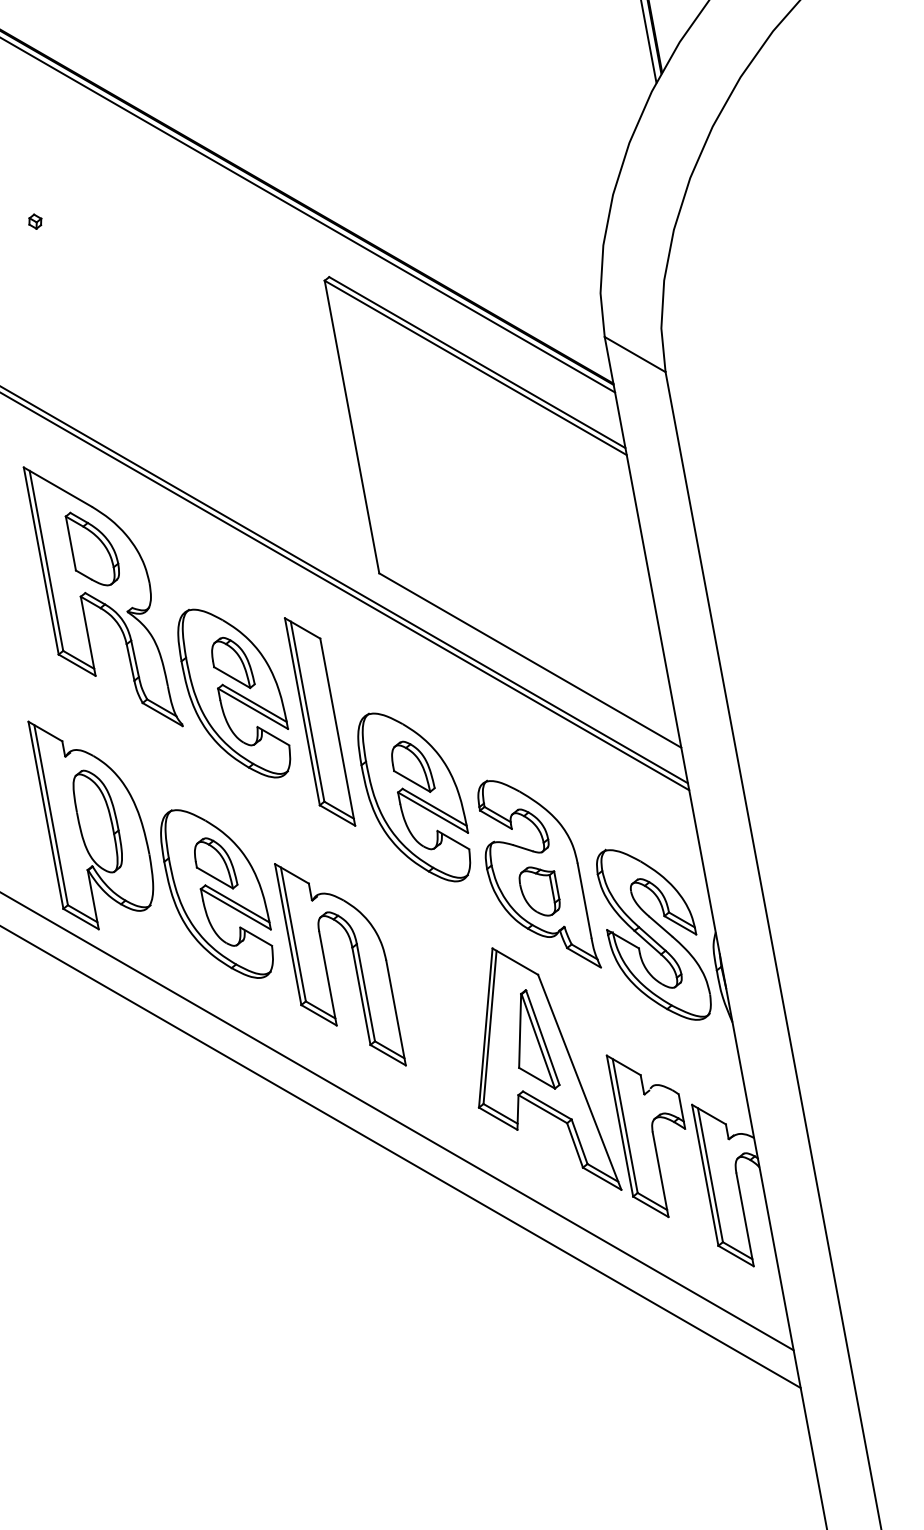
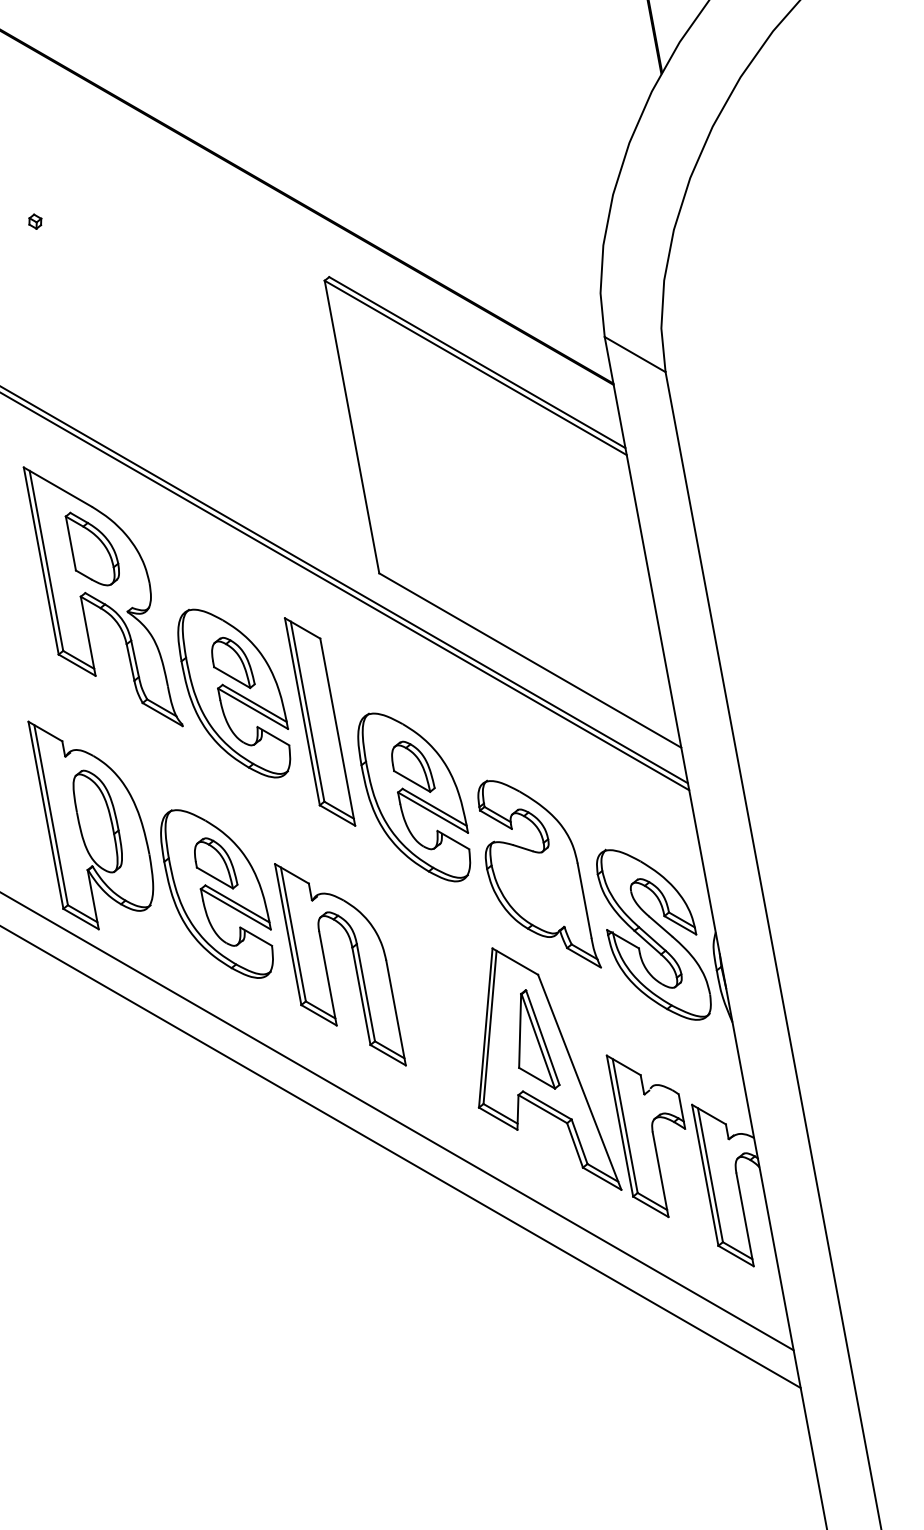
line at (648, 42): present -> none
line at (308, 215): present -> none
part at (539, 891): present -> none
